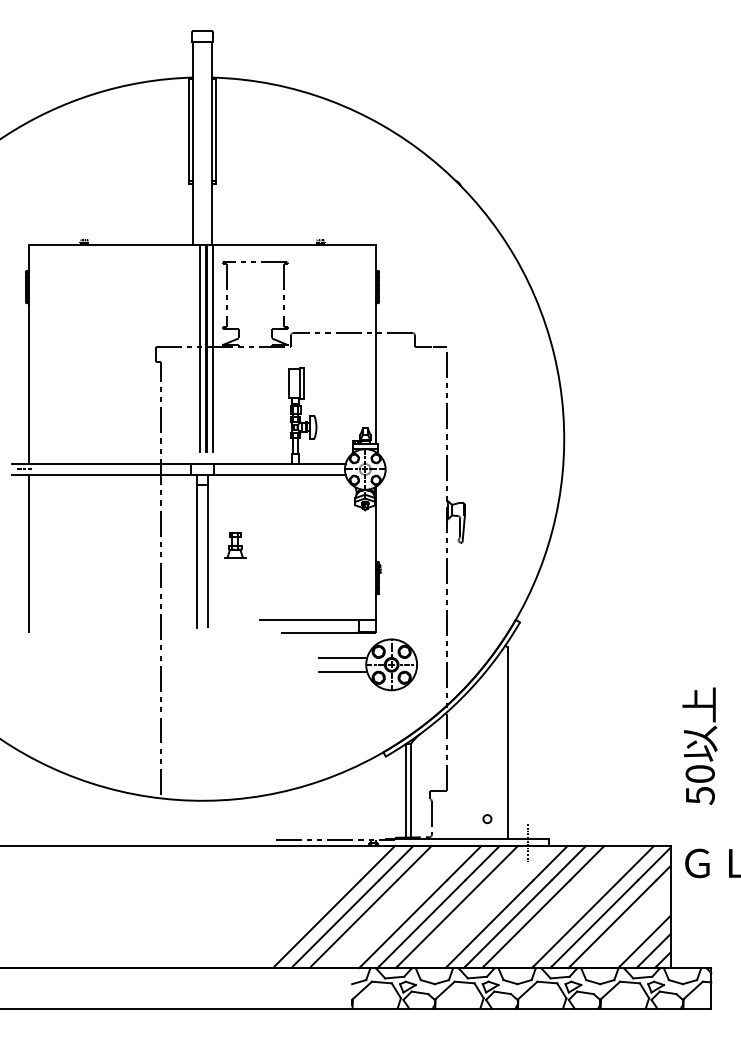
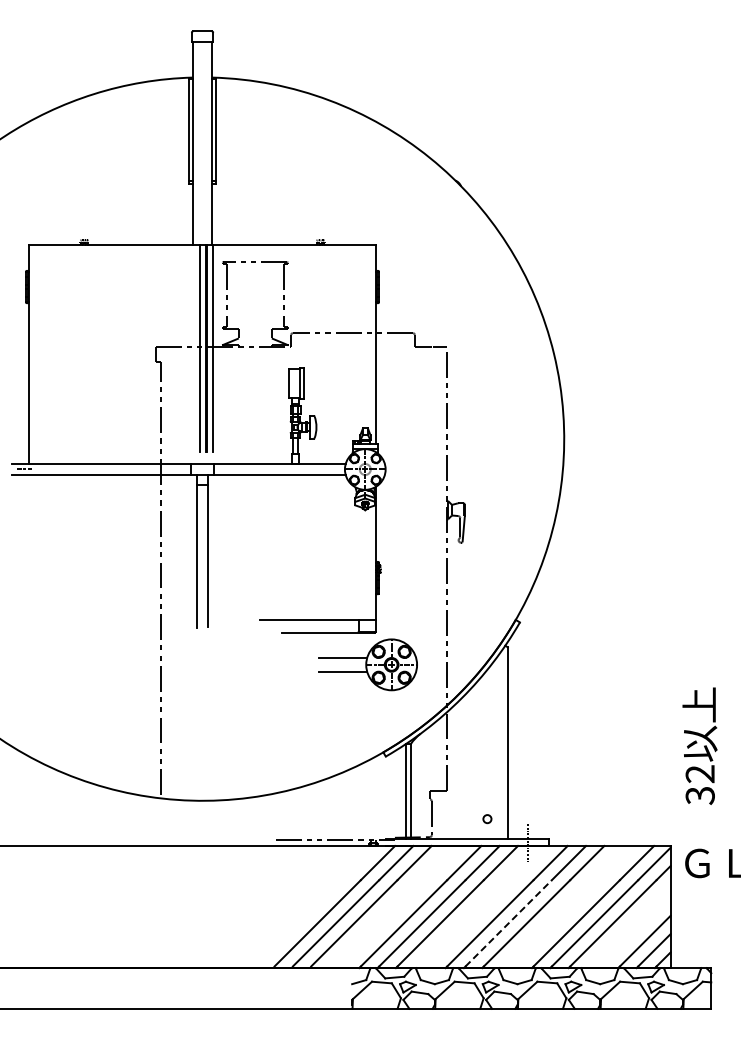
part at (235, 545): present -> none
line at (28, 553): present -> none
text at (699, 784): 50 -> 32
line at (509, 922): solid -> dashed
